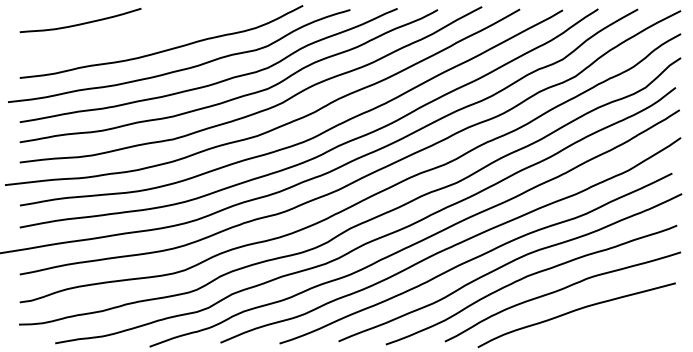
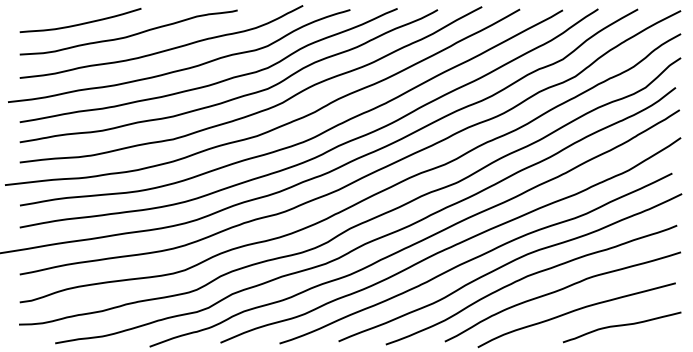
curve at (128, 35): none -> present
curve at (621, 326): none -> present
